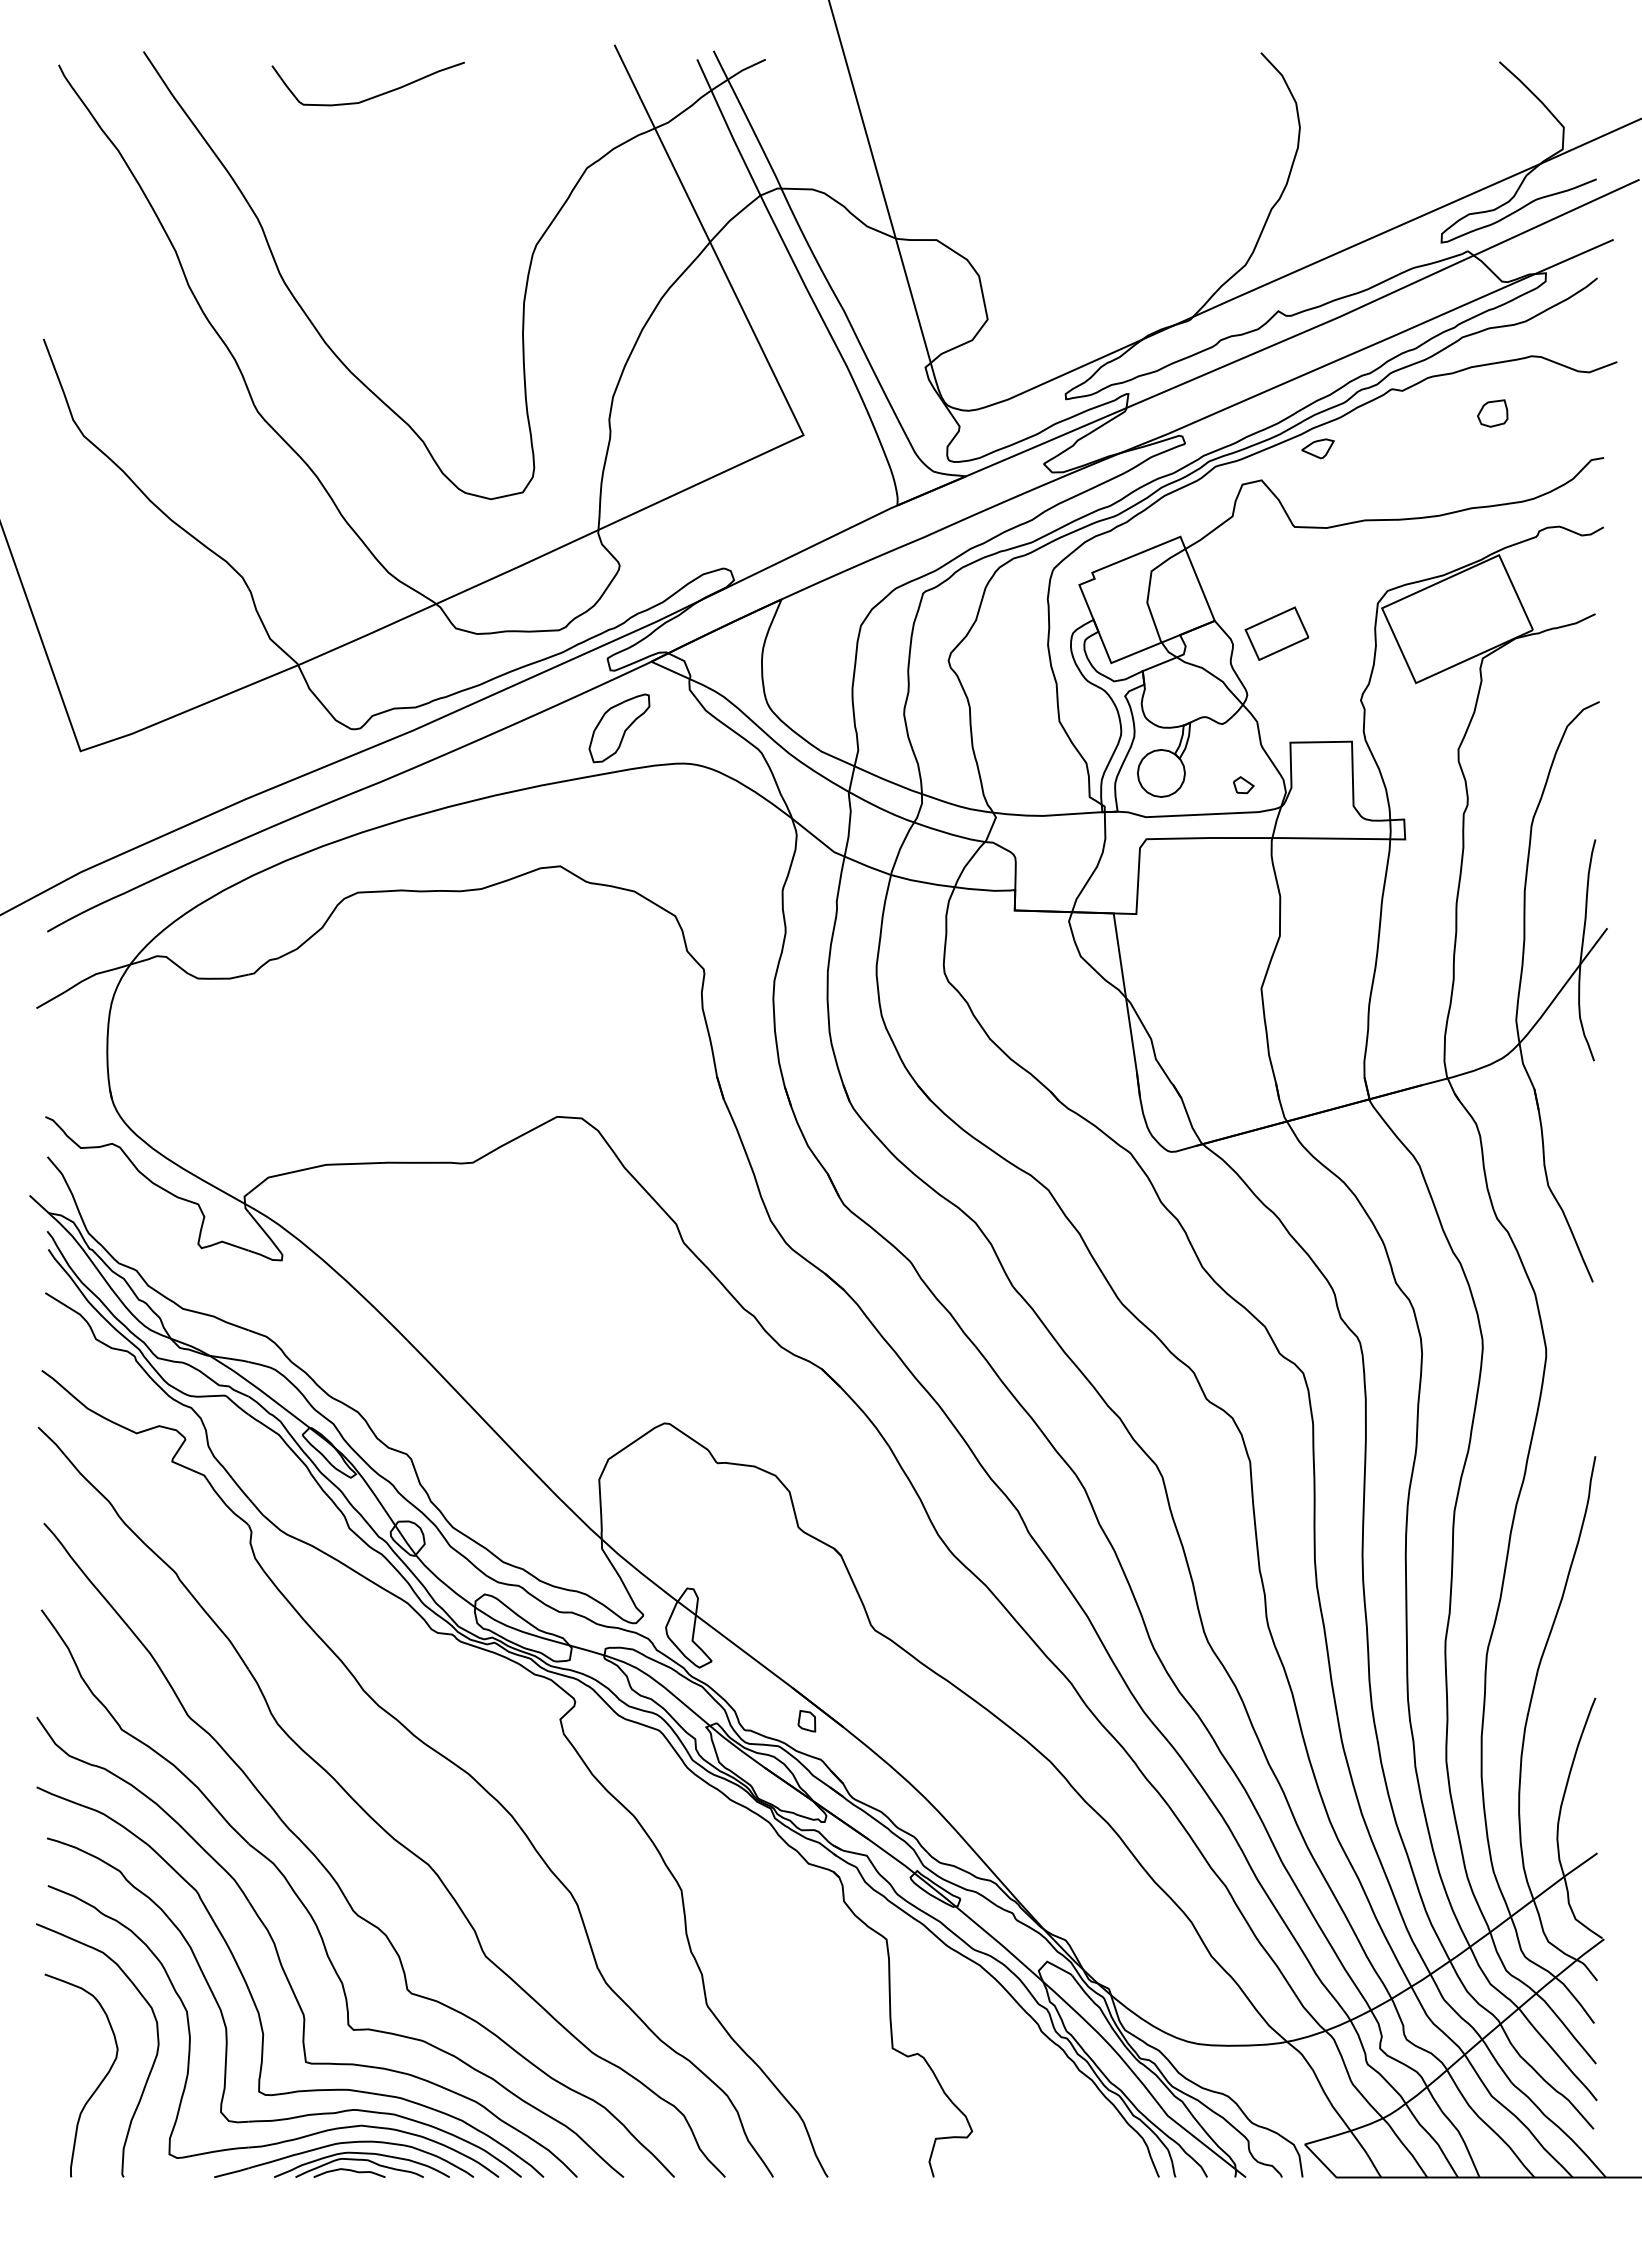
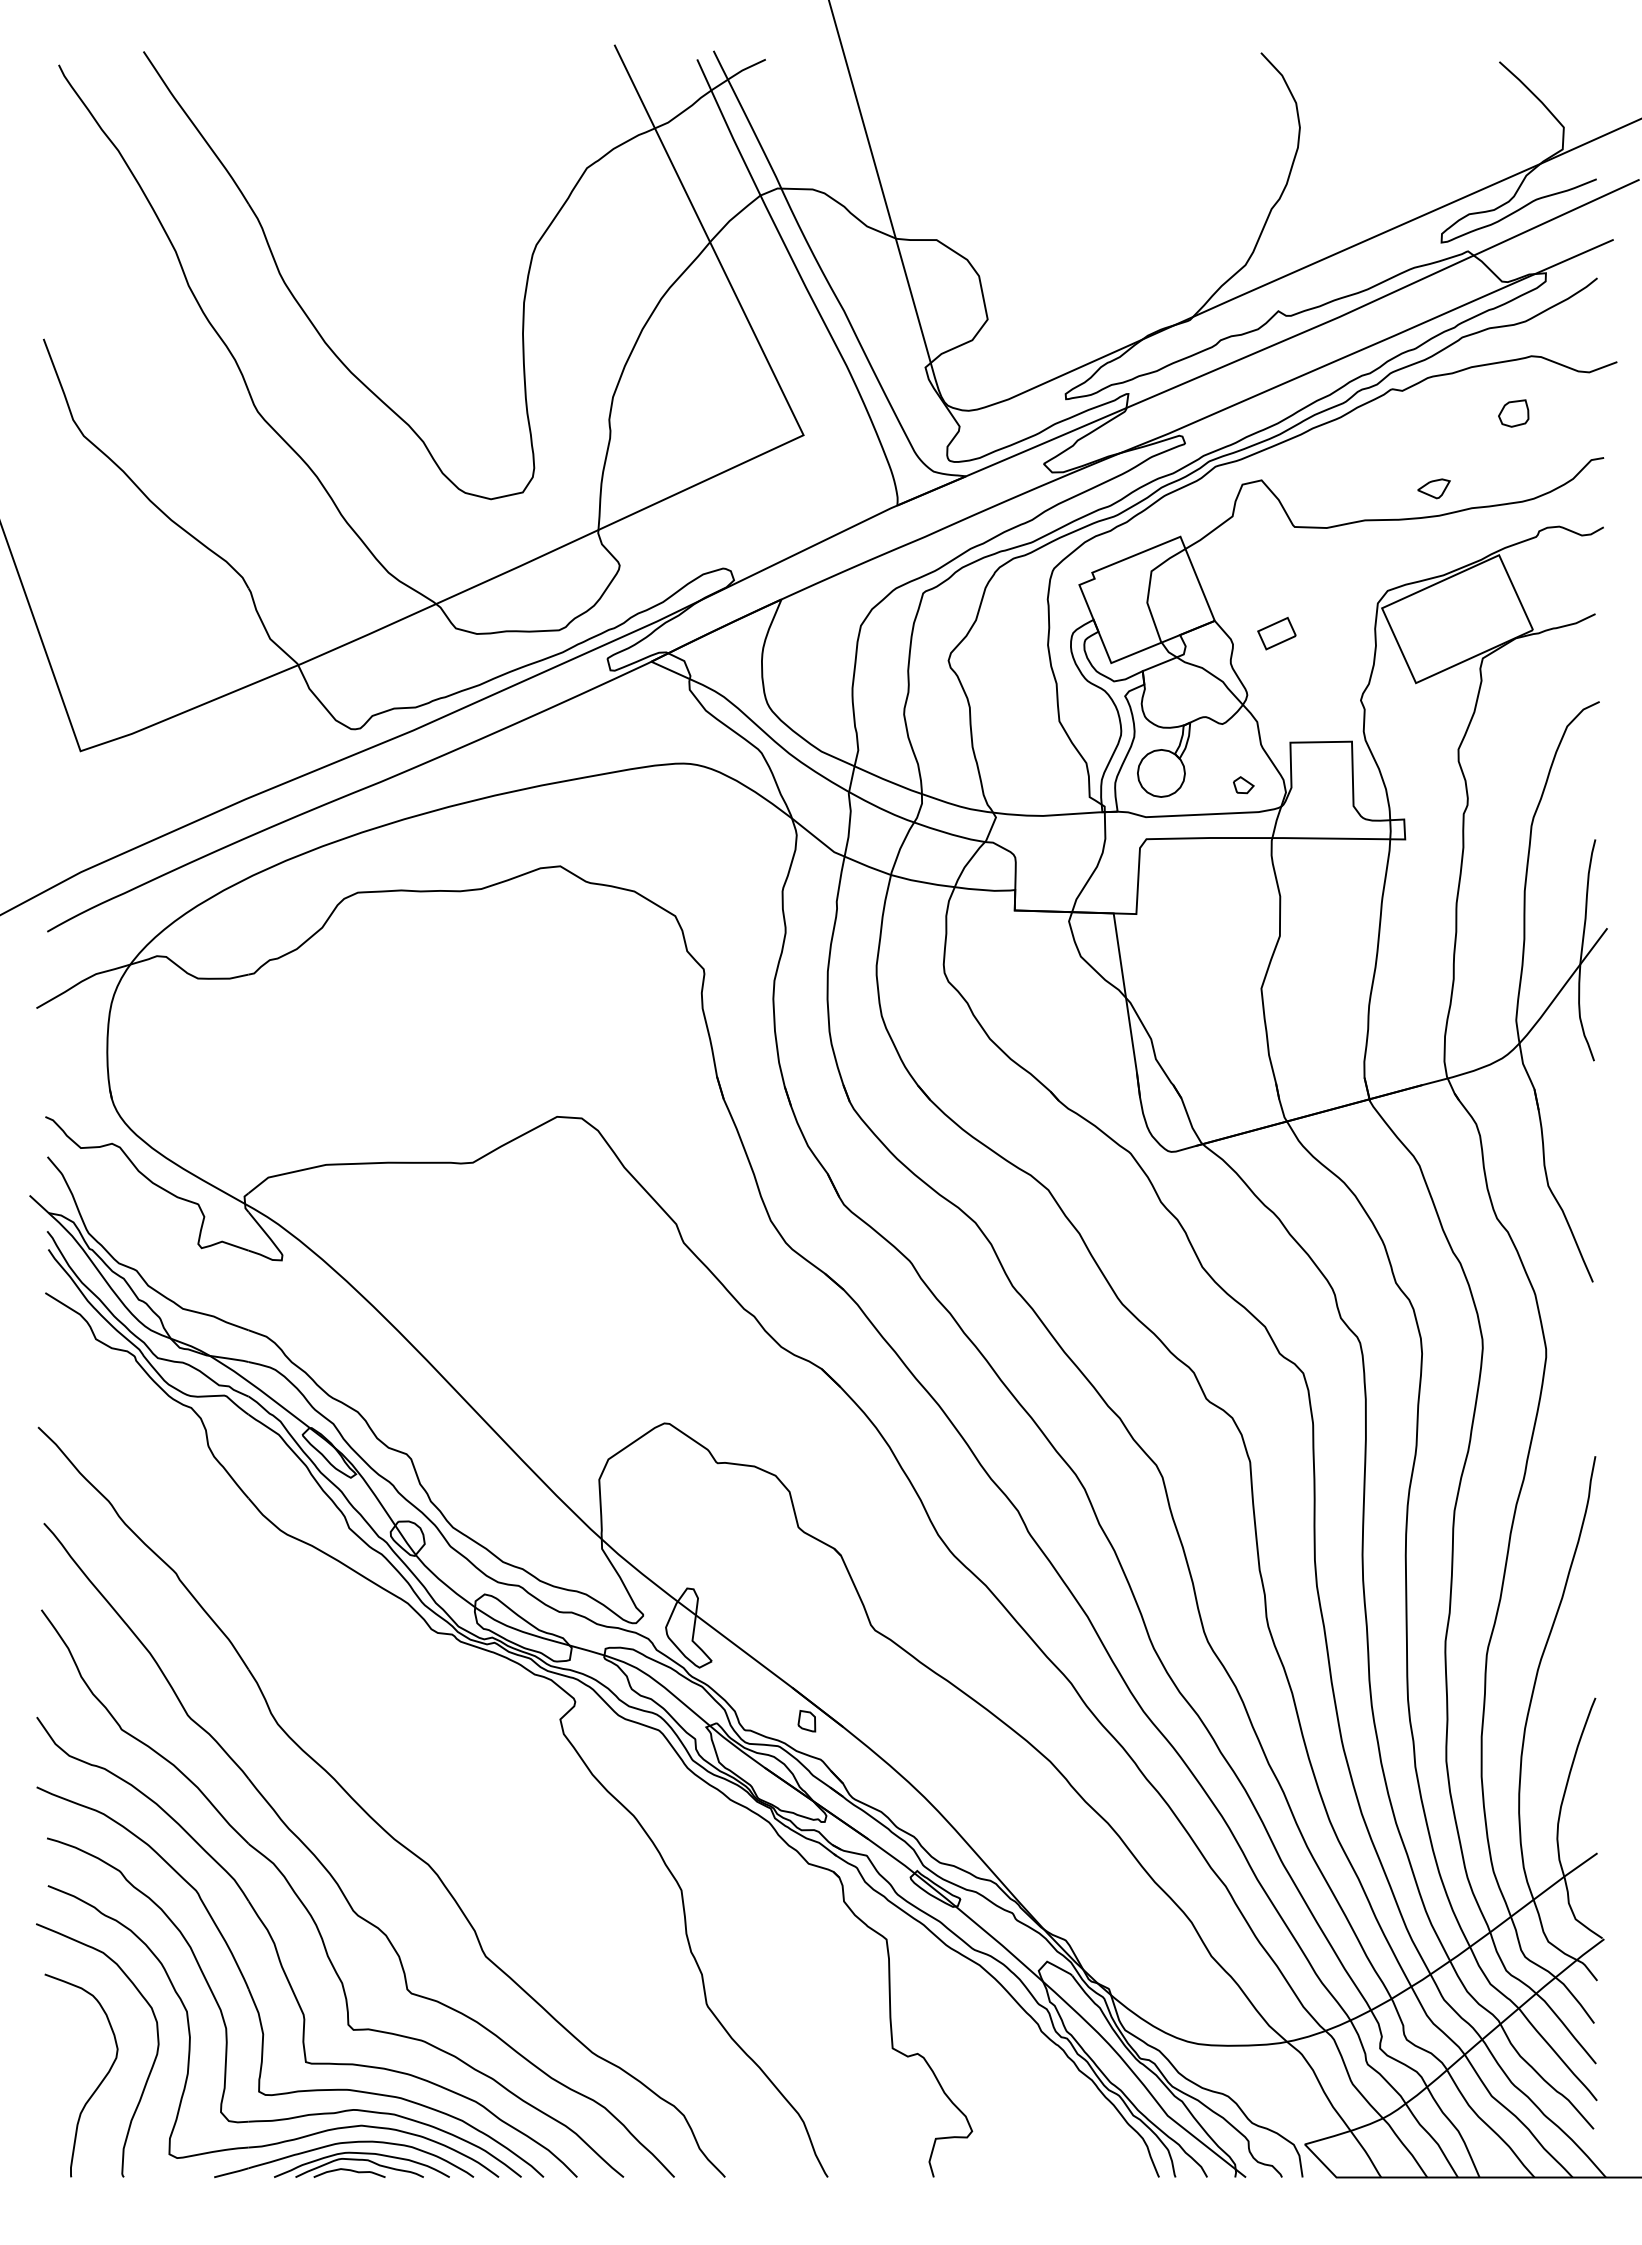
curve at (372, 96): present -> none
part at (1492, 413) position: (1492, 413) -> (1513, 413)
part at (1317, 448) position: (1317, 448) -> (1433, 488)
part at (1276, 633) size: 66x55 px -> 40x34 px
part at (619, 728): present -> none
part at (426, 1746): present -> none
